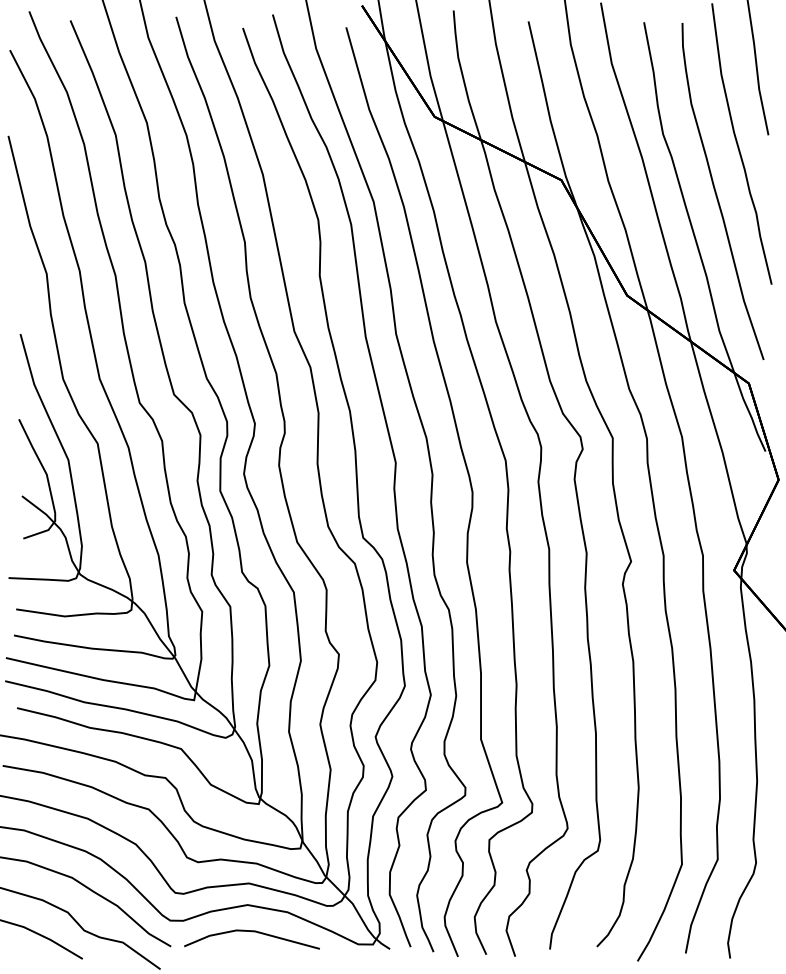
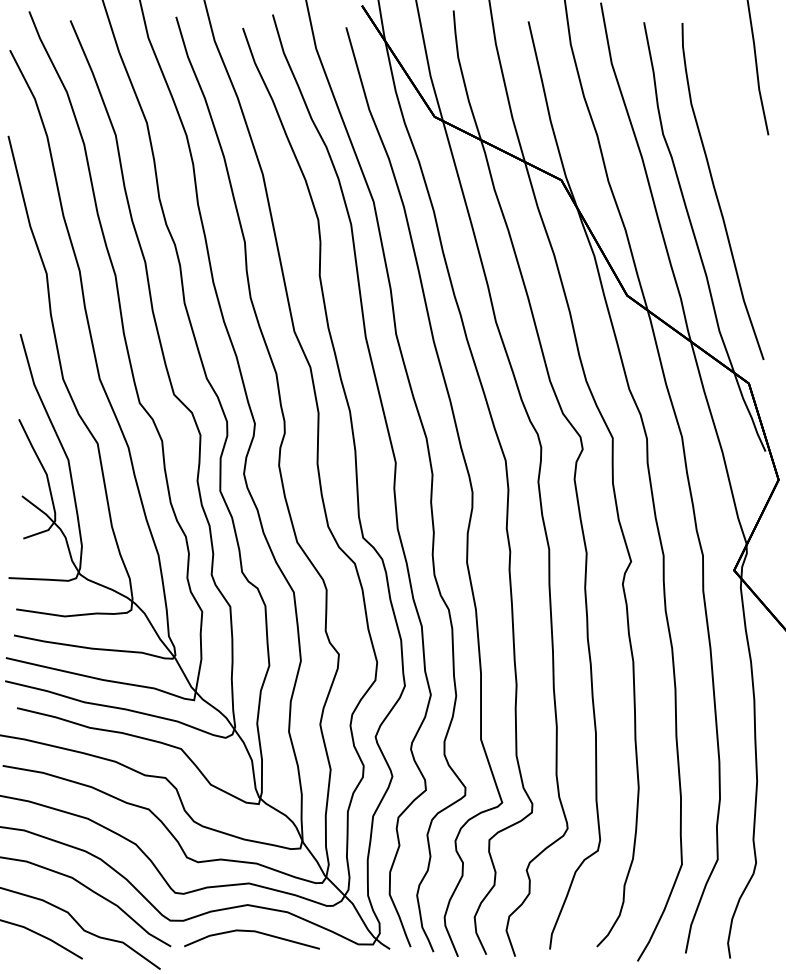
curve at (738, 143): present -> none
